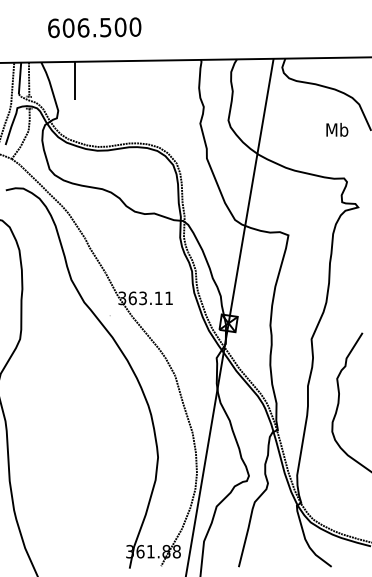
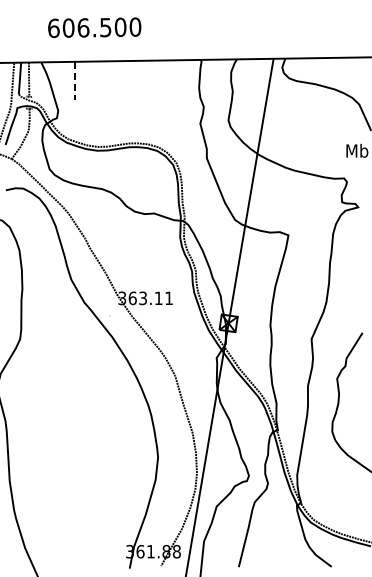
line at (75, 80): solid -> dashed
text at (337, 129) position: (337, 129) -> (357, 150)
